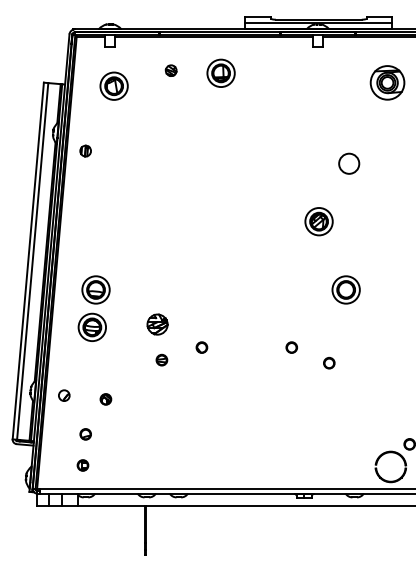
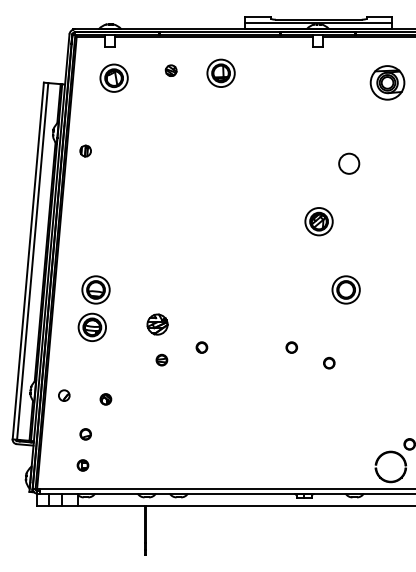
part at (113, 85) position: (113, 85) -> (113, 77)
